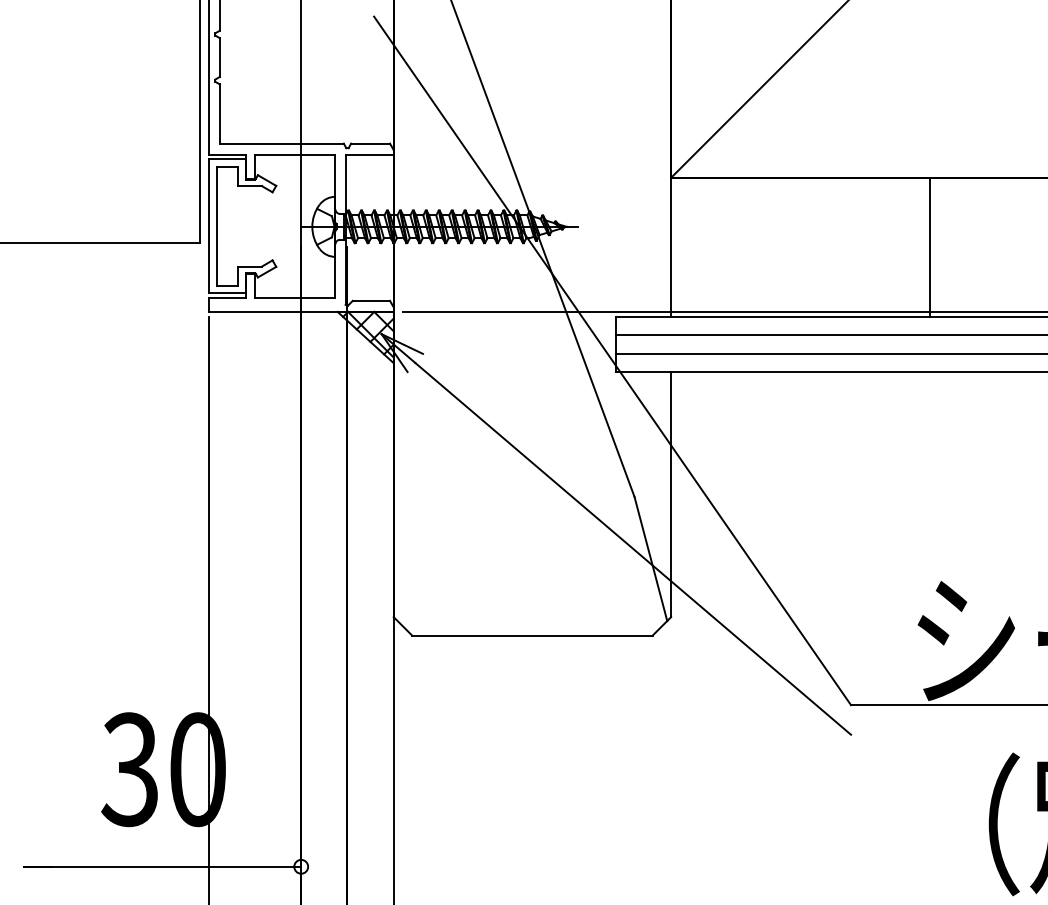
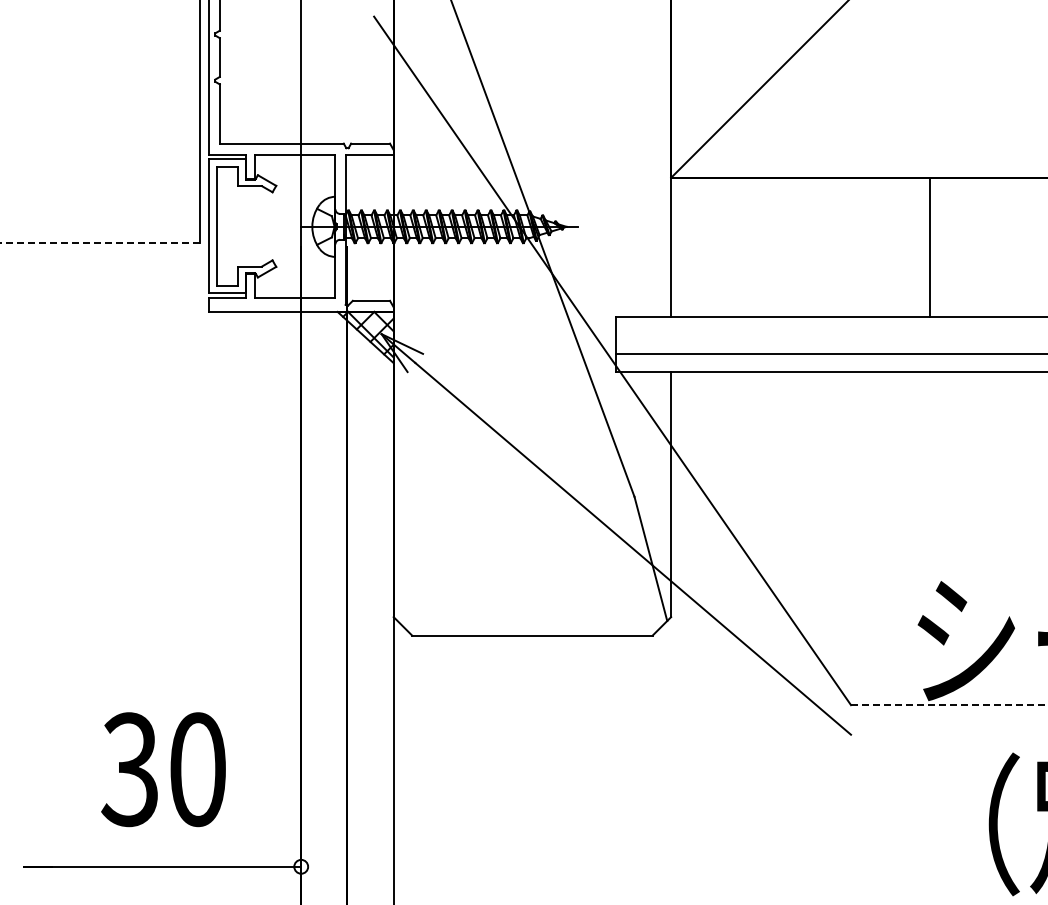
line at (99, 243): solid -> dashed
line at (723, 311): present -> none
line at (829, 335): present -> none
line at (208, 608): present -> none
line at (949, 705): solid -> dashed
